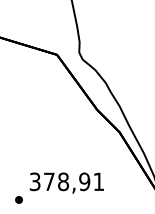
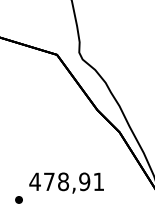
text at (34, 181): 378,91 -> 478,91
